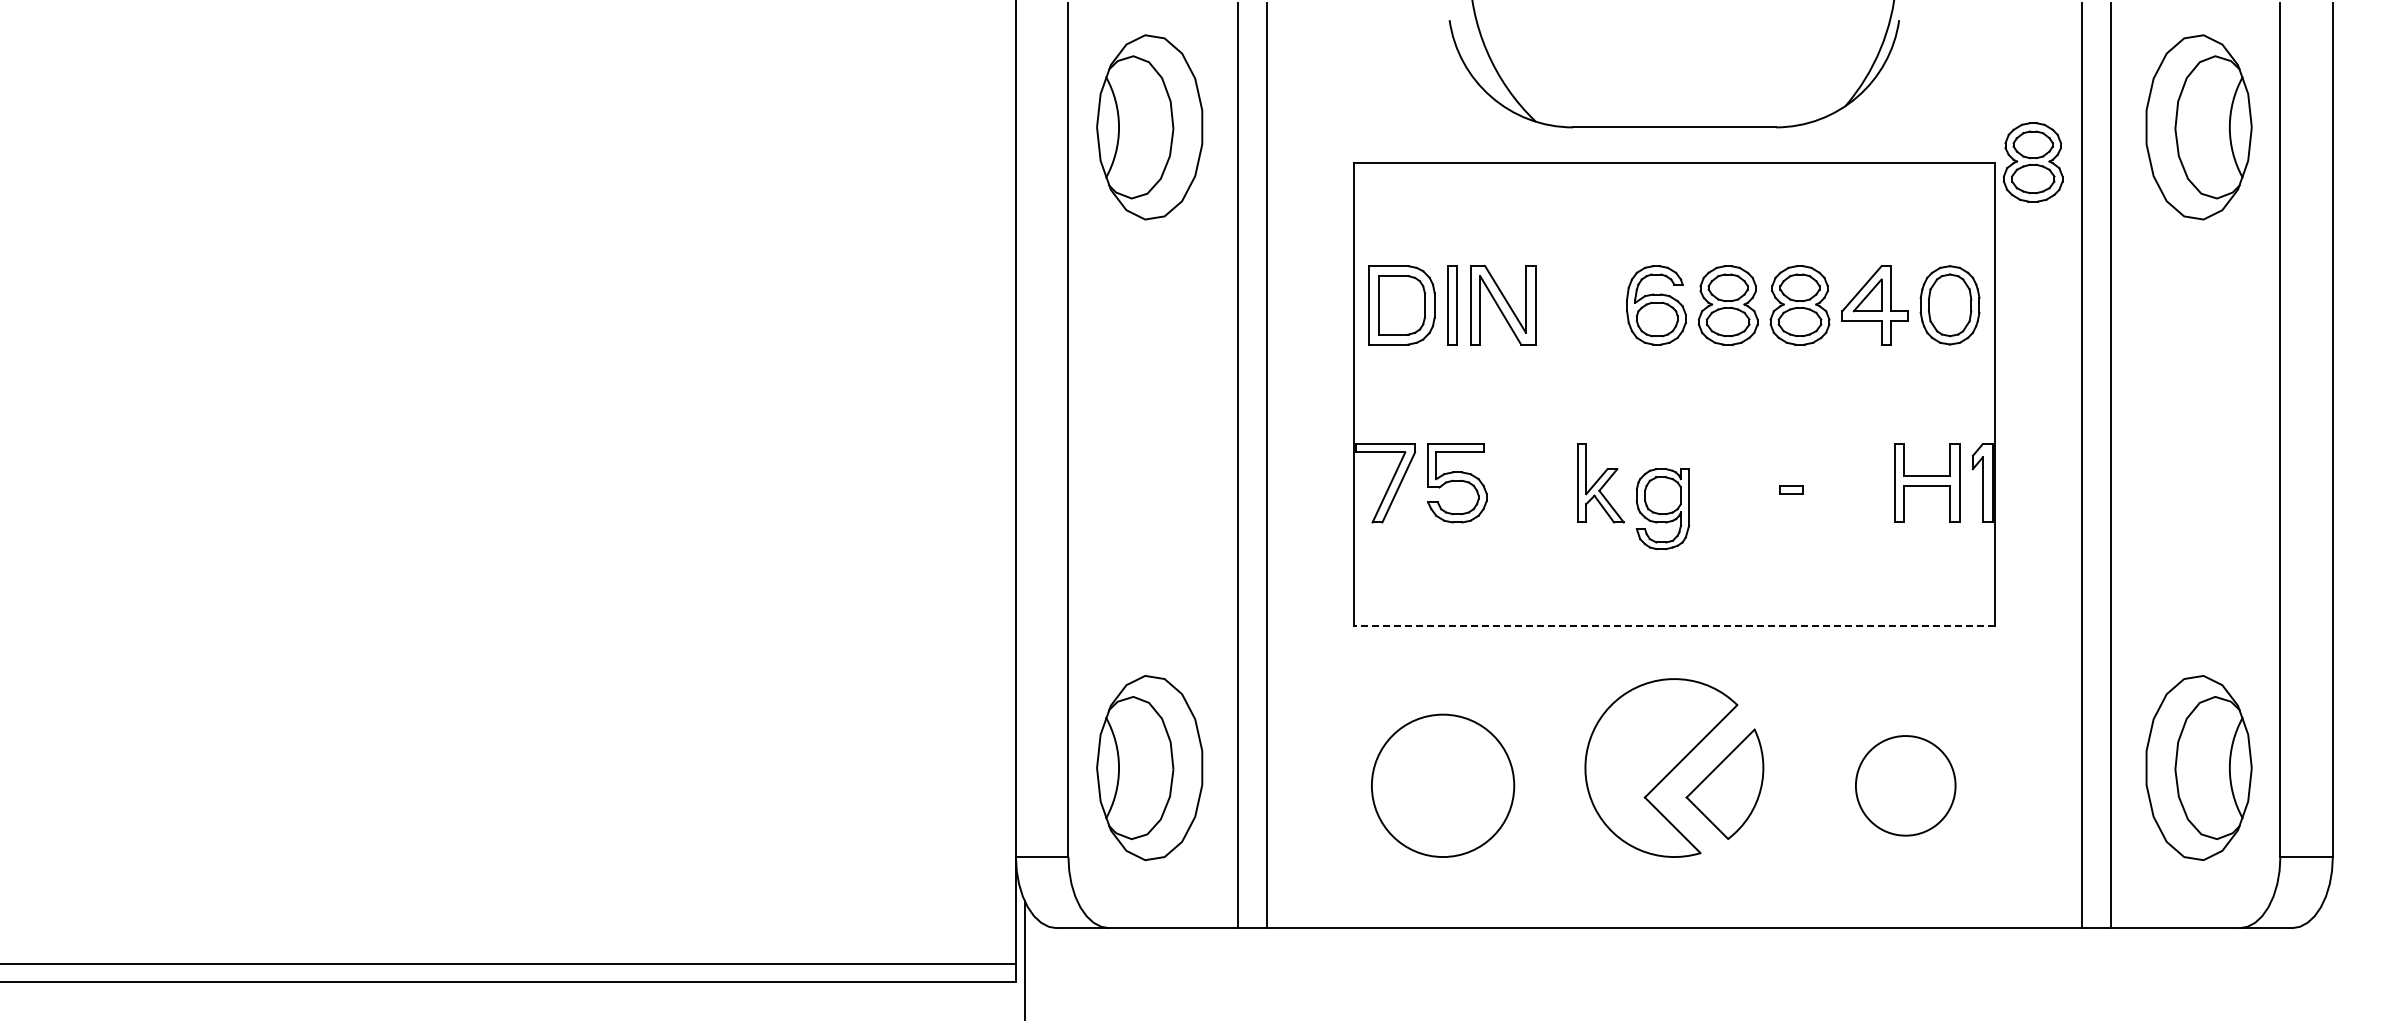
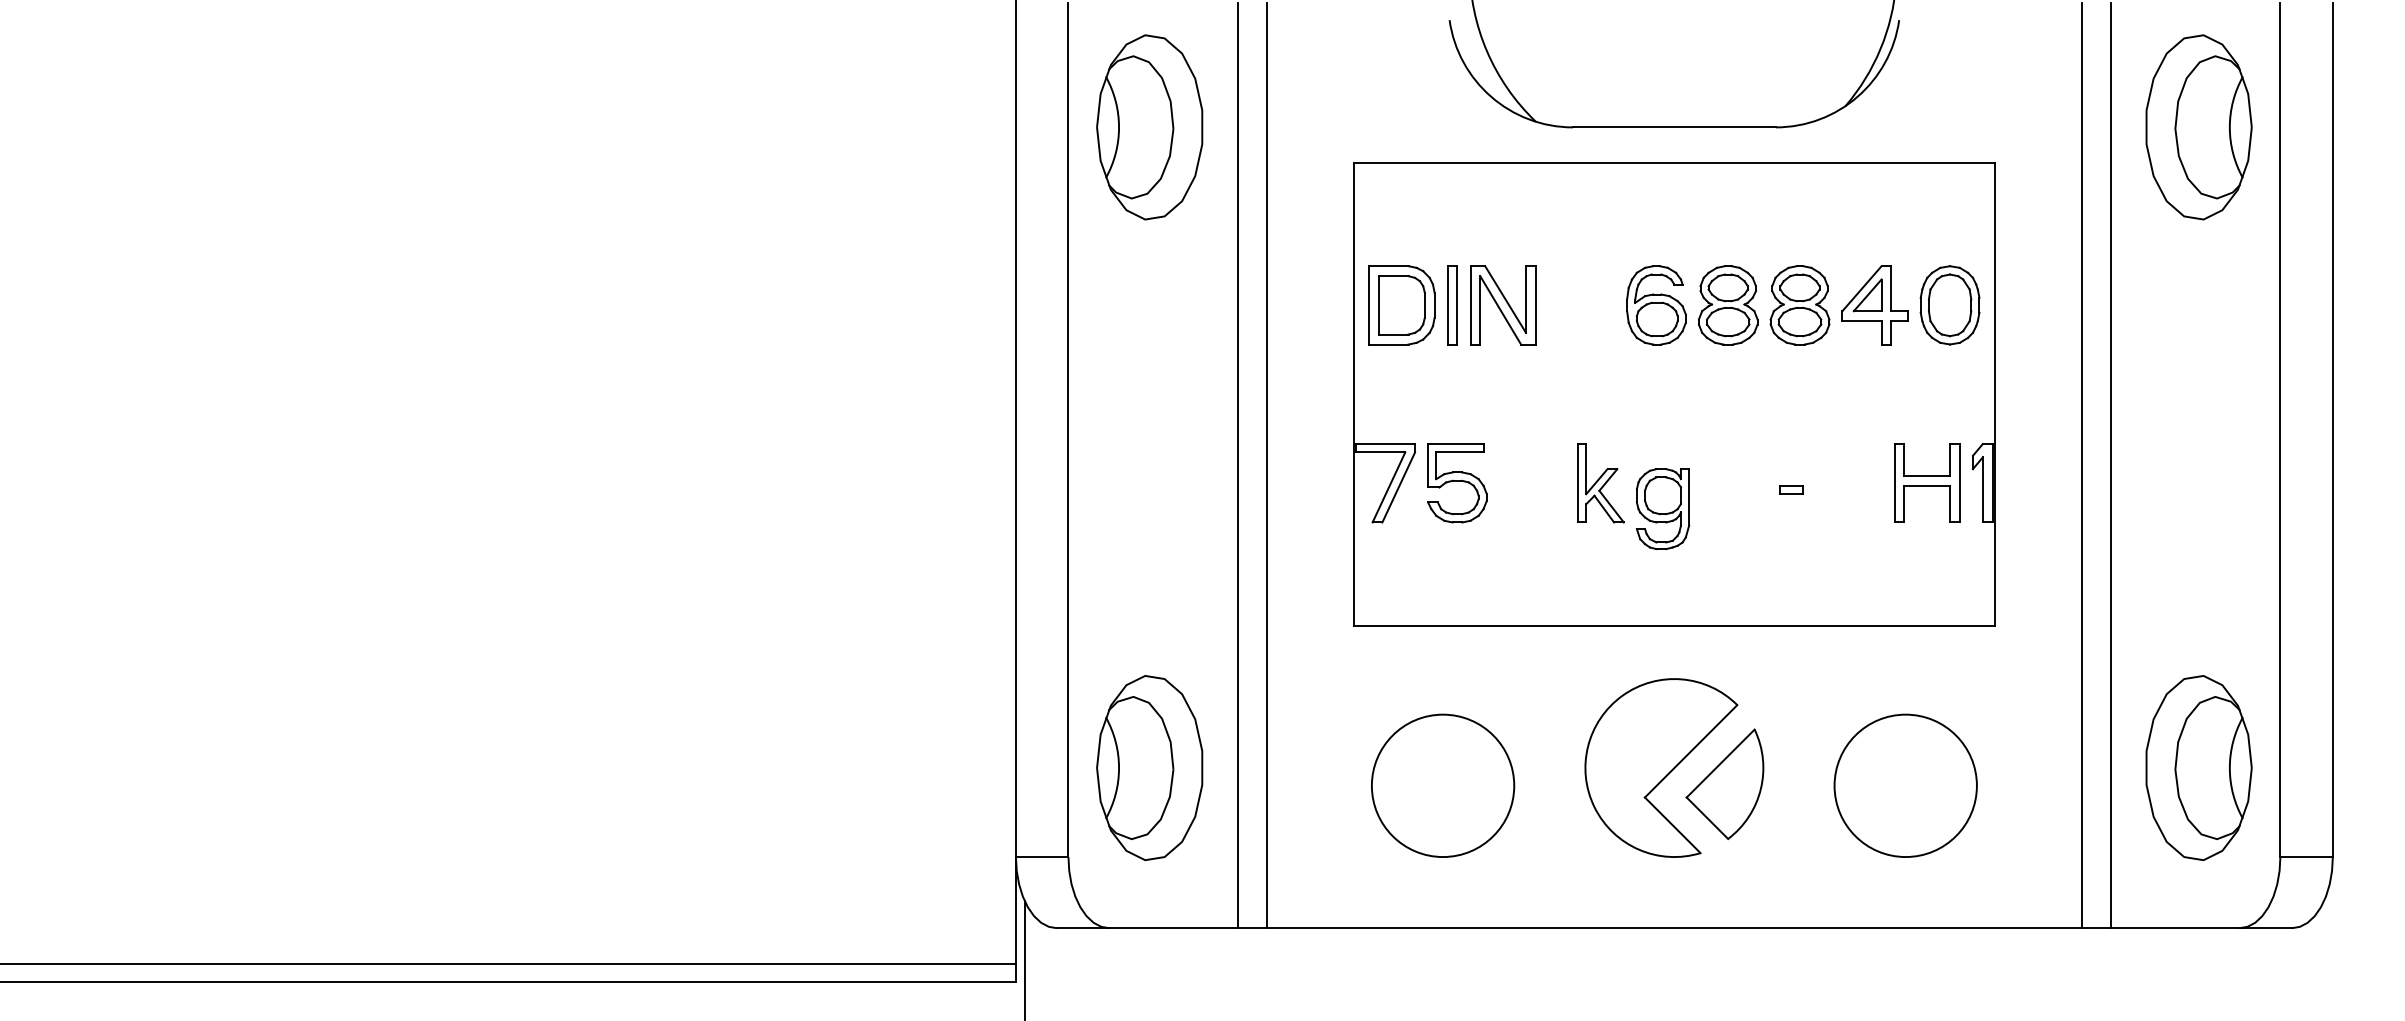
part at (2032, 162): present -> none
line at (1673, 625): dashed -> solid
circle at (1905, 785) diameter: 100 px -> 142 px
